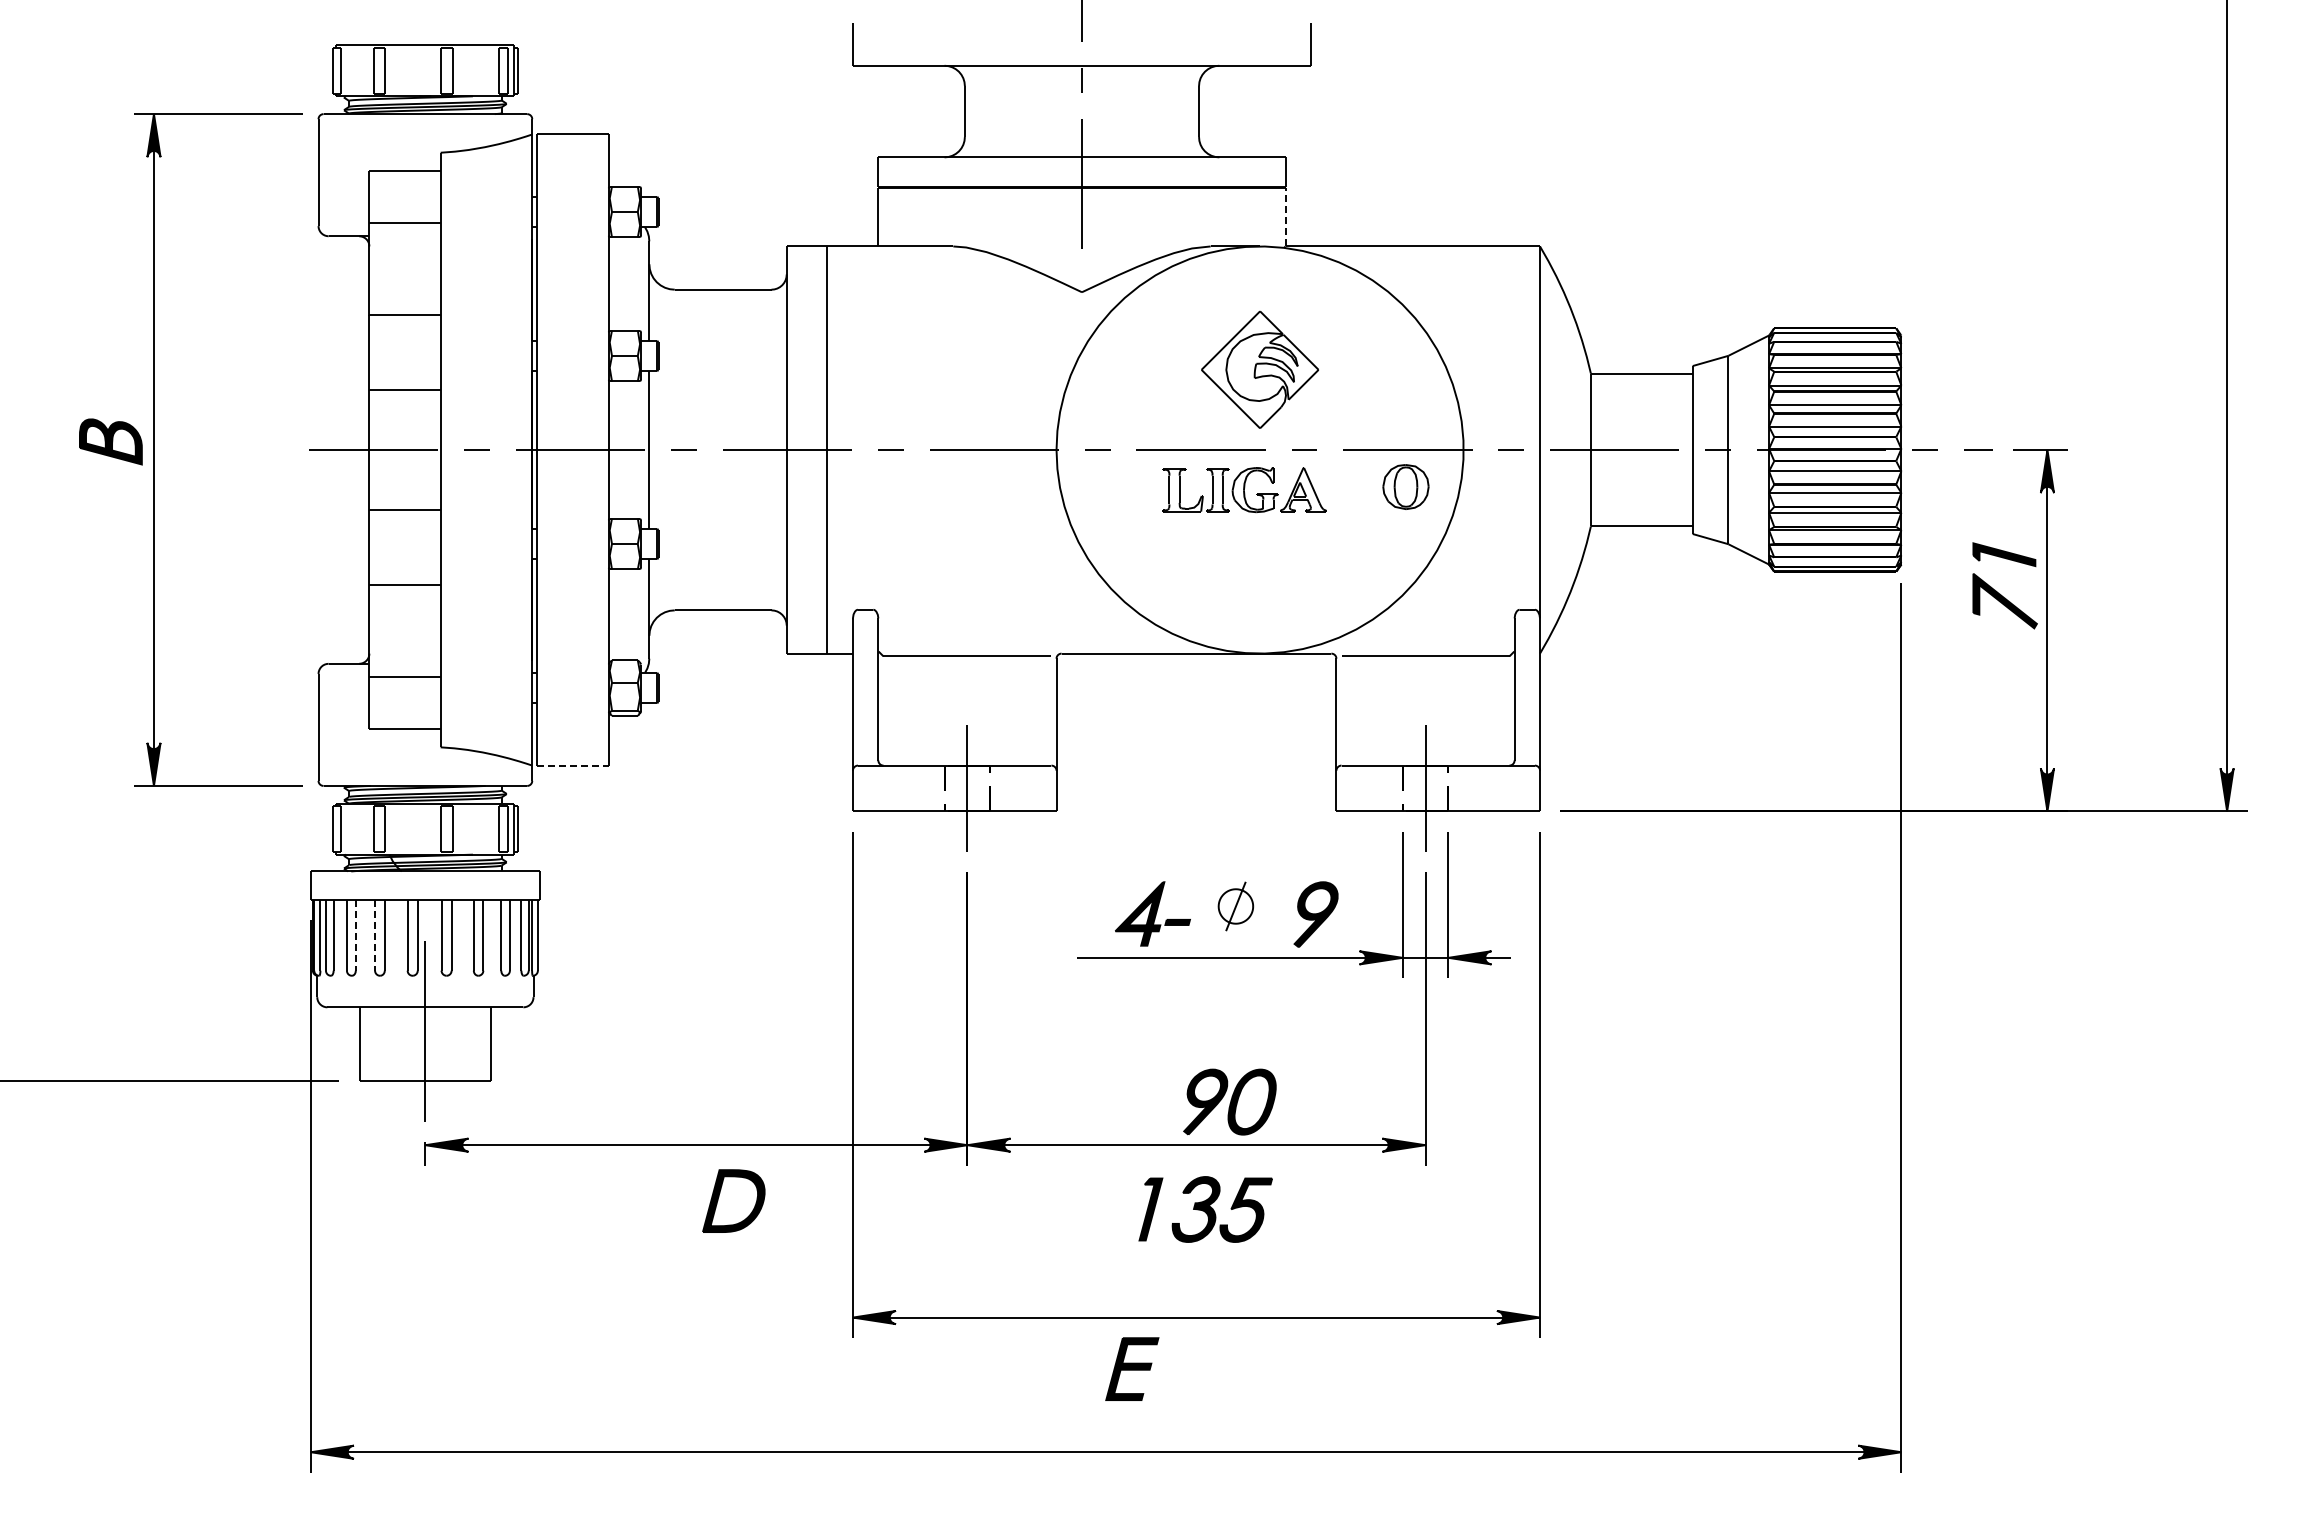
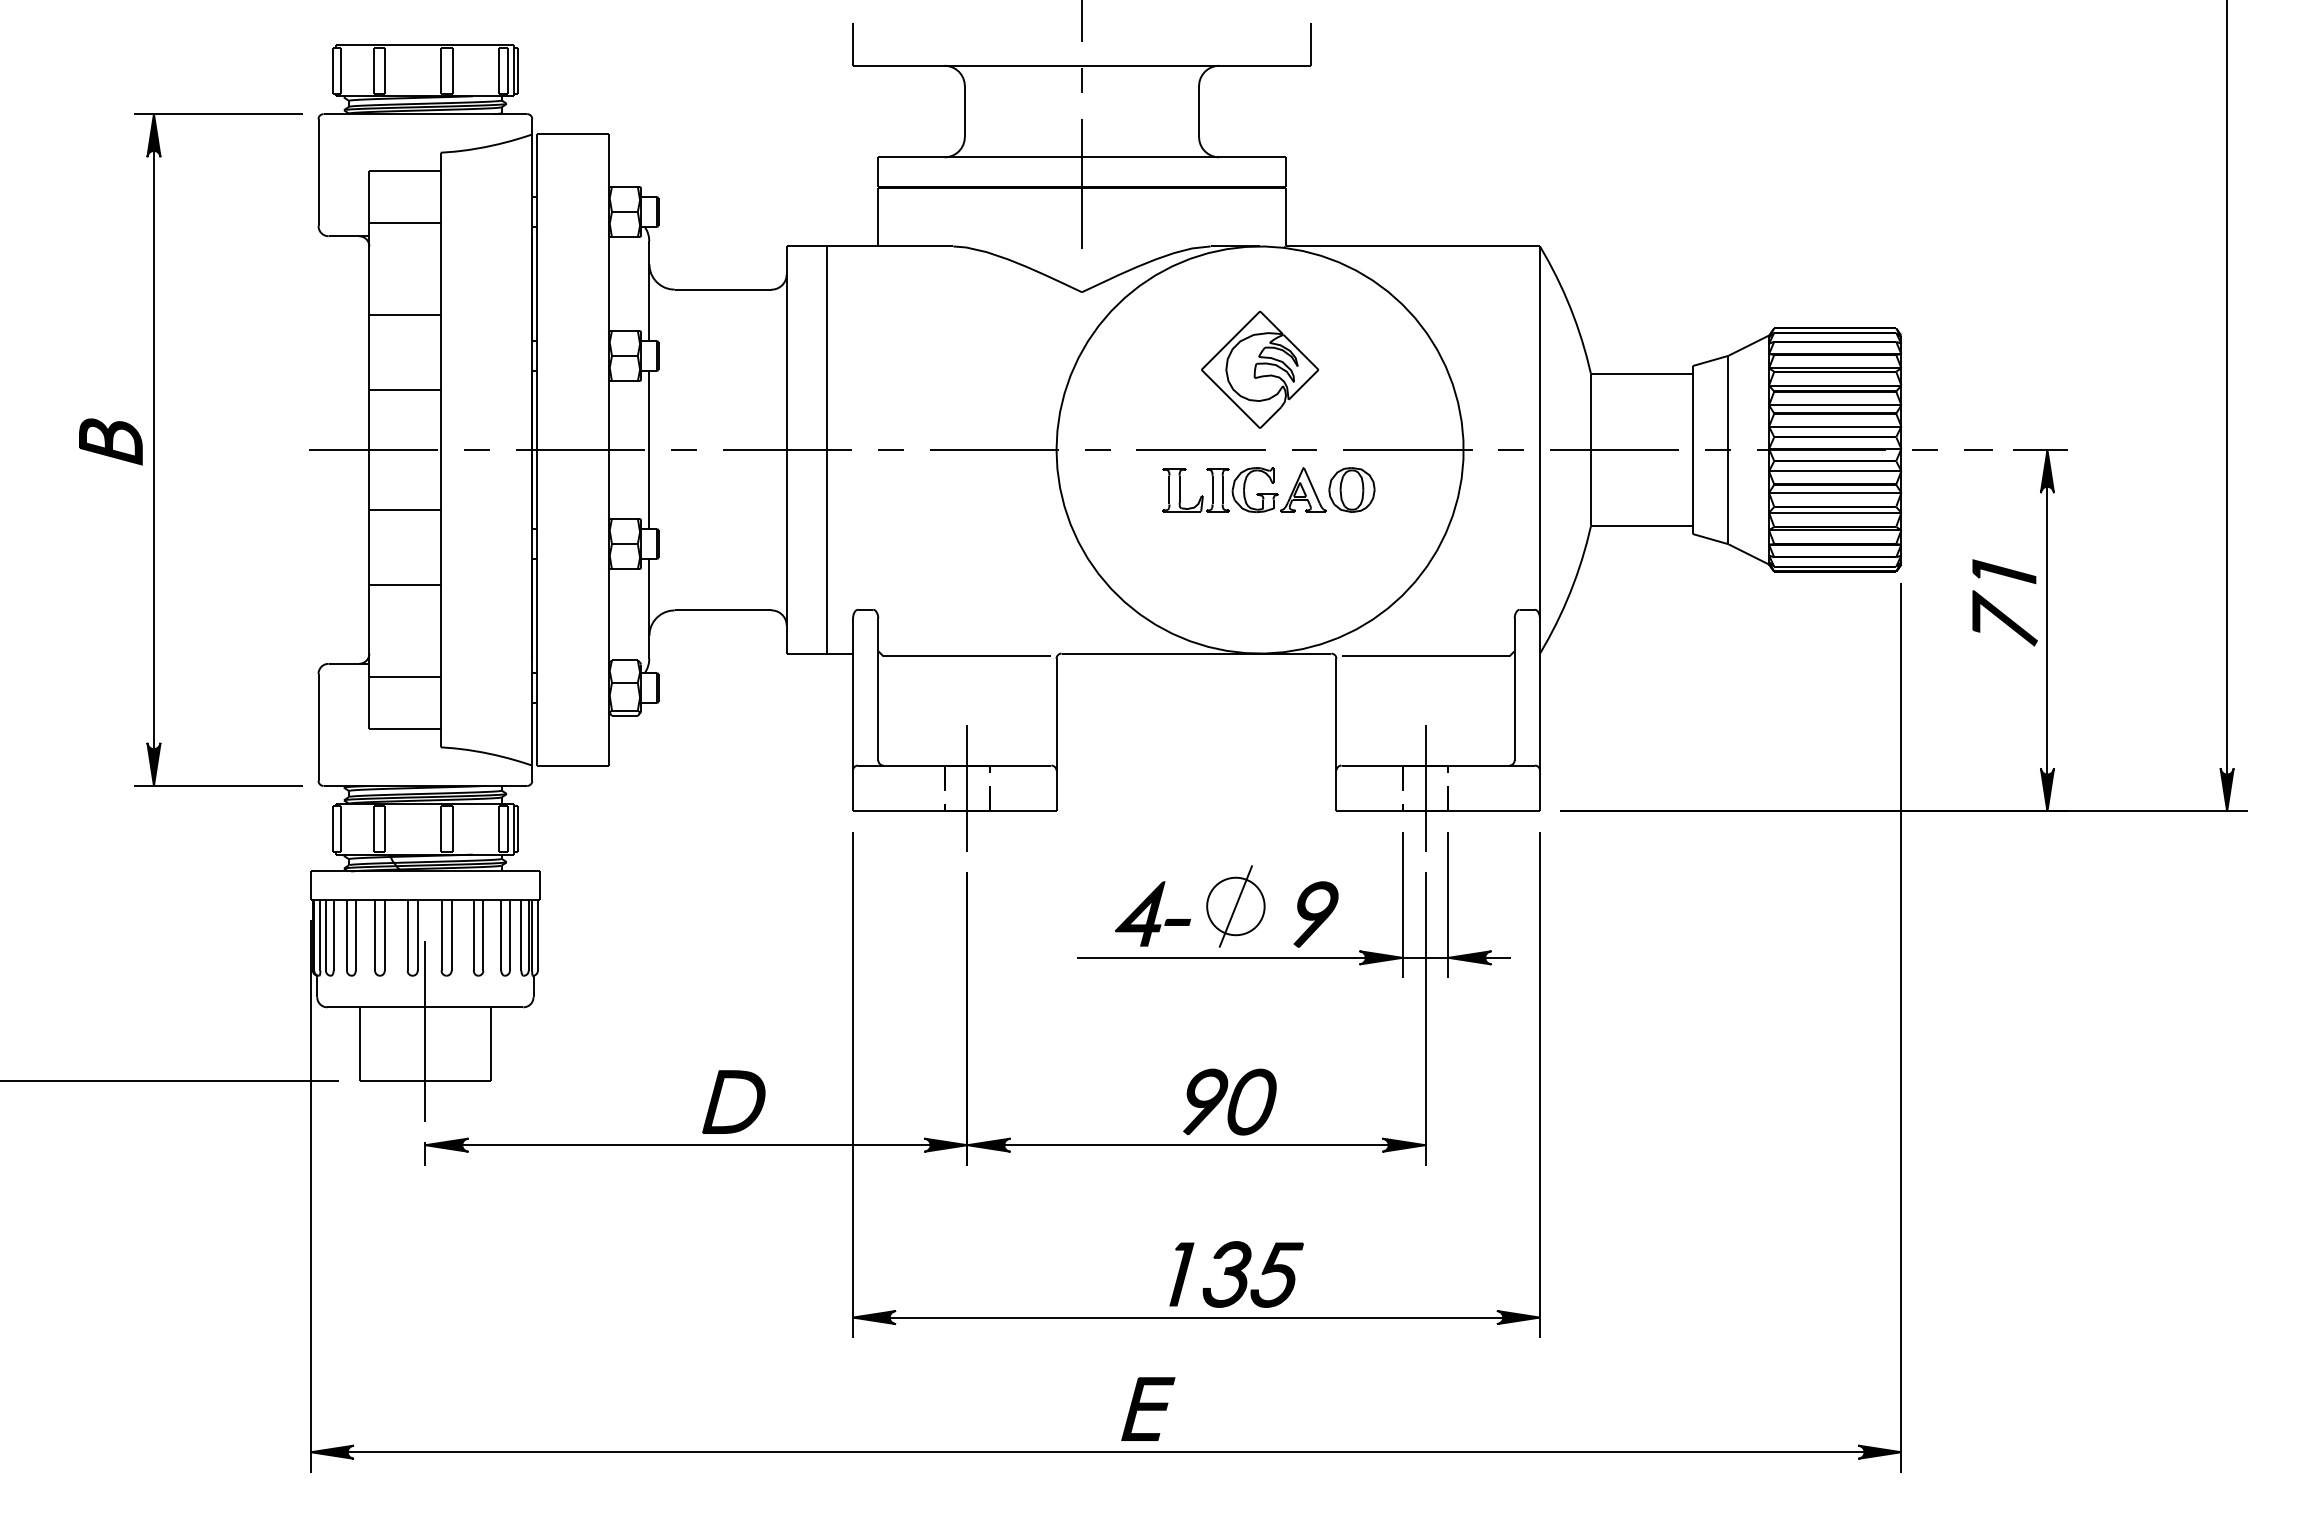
line at (1285, 216): dashed -> solid
part at (1405, 486) position: (1405, 486) -> (1351, 489)
part at (2000, 593) position: (2000, 593) -> (2000, 610)
line at (572, 765): dashed -> solid
part at (1235, 906) size: 38x51 px -> 60x83 px
line at (355, 935): dashed -> solid
line at (375, 935): dashed -> solid
part at (733, 1200) position: (733, 1200) -> (733, 1101)
part at (1205, 1209) position: (1205, 1209) -> (1236, 1274)
part at (1132, 1368) position: (1132, 1368) -> (1148, 1408)
